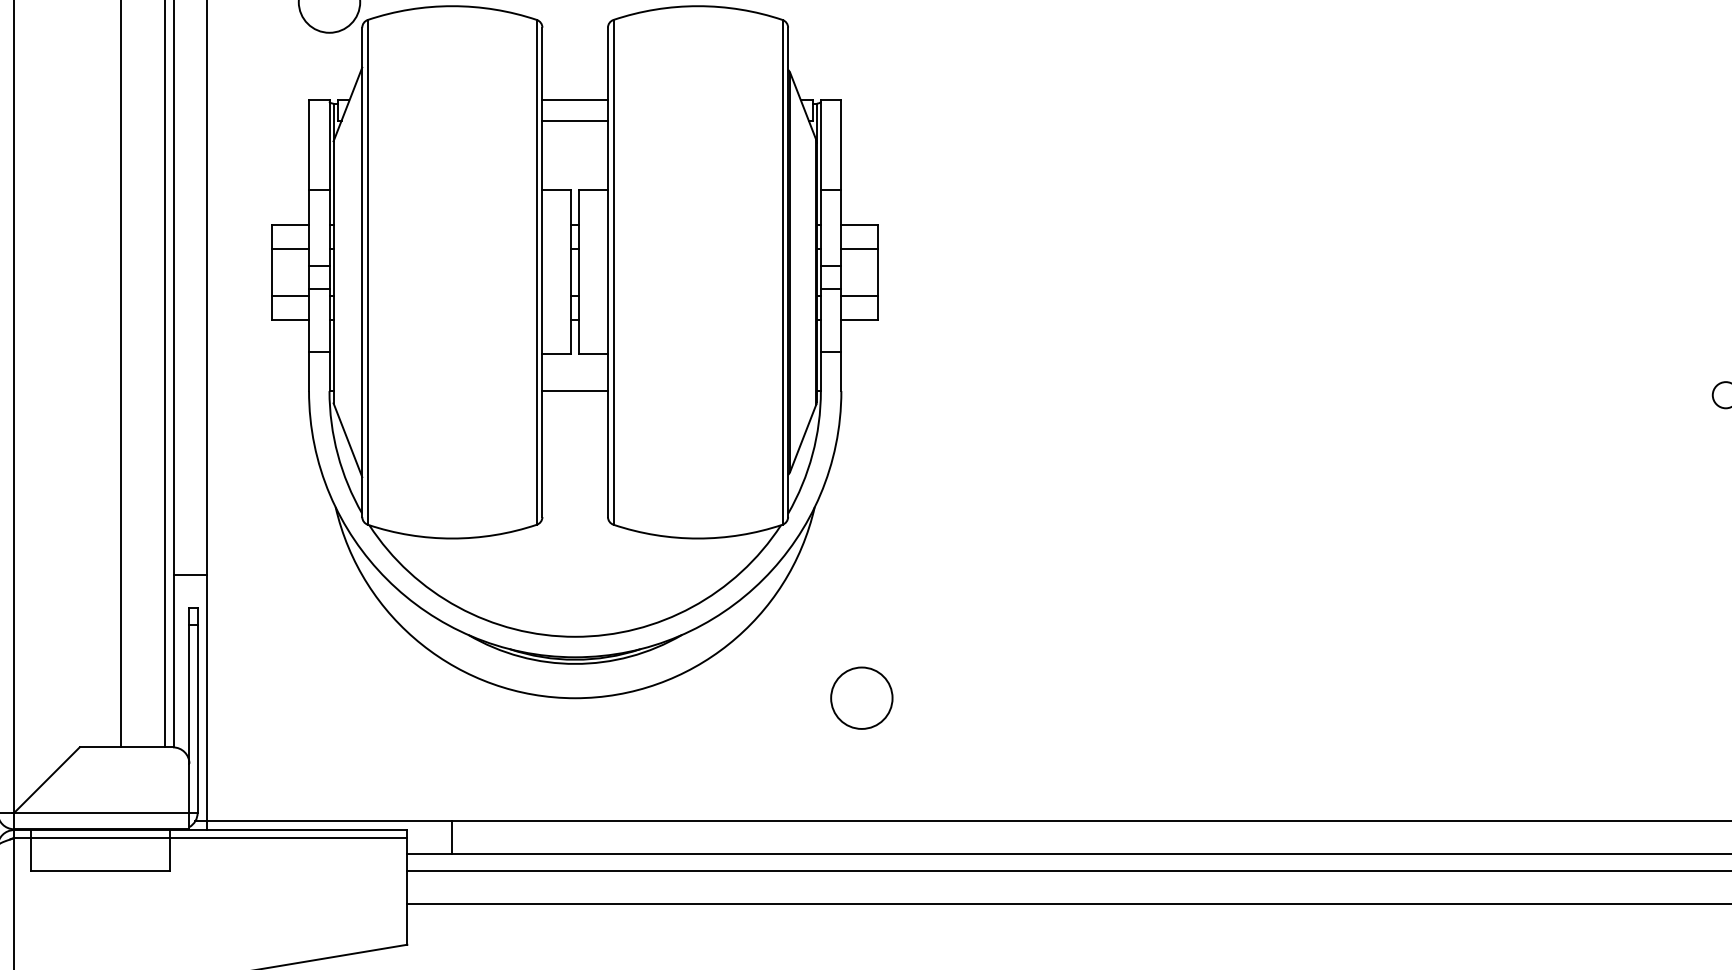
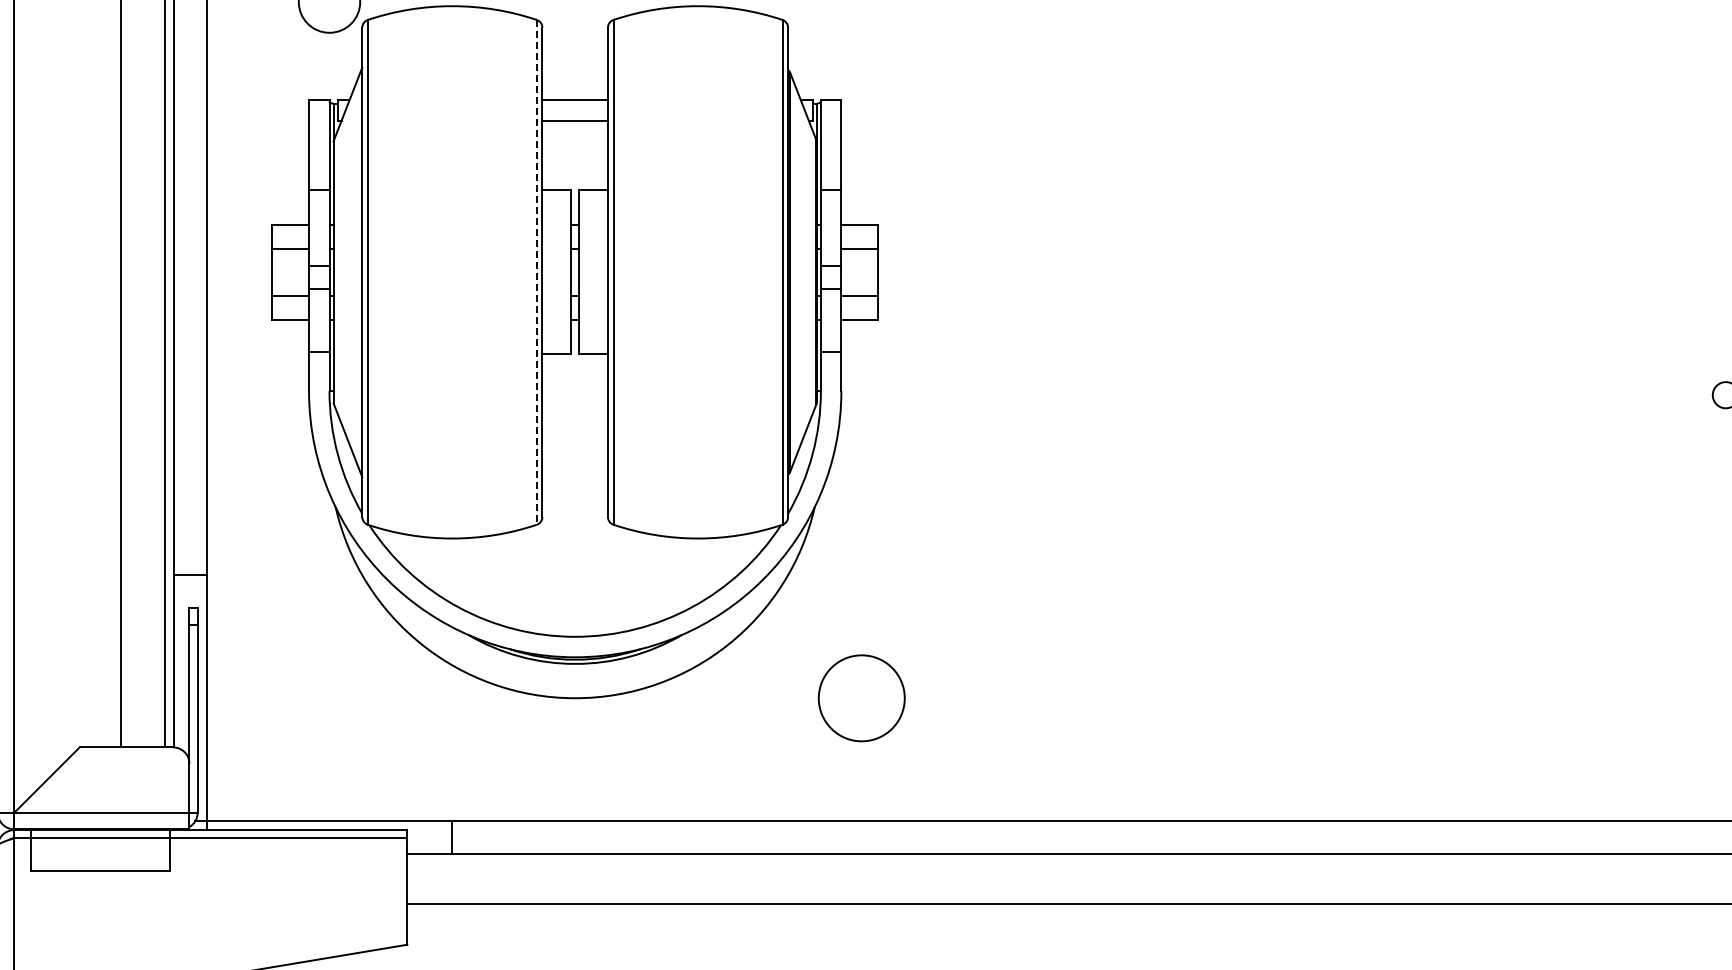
line at (536, 272): solid -> dashed
line at (574, 391): present -> none
circle at (861, 697) size: 64x64 px -> 89x89 px
line at (1067, 871): present -> none
